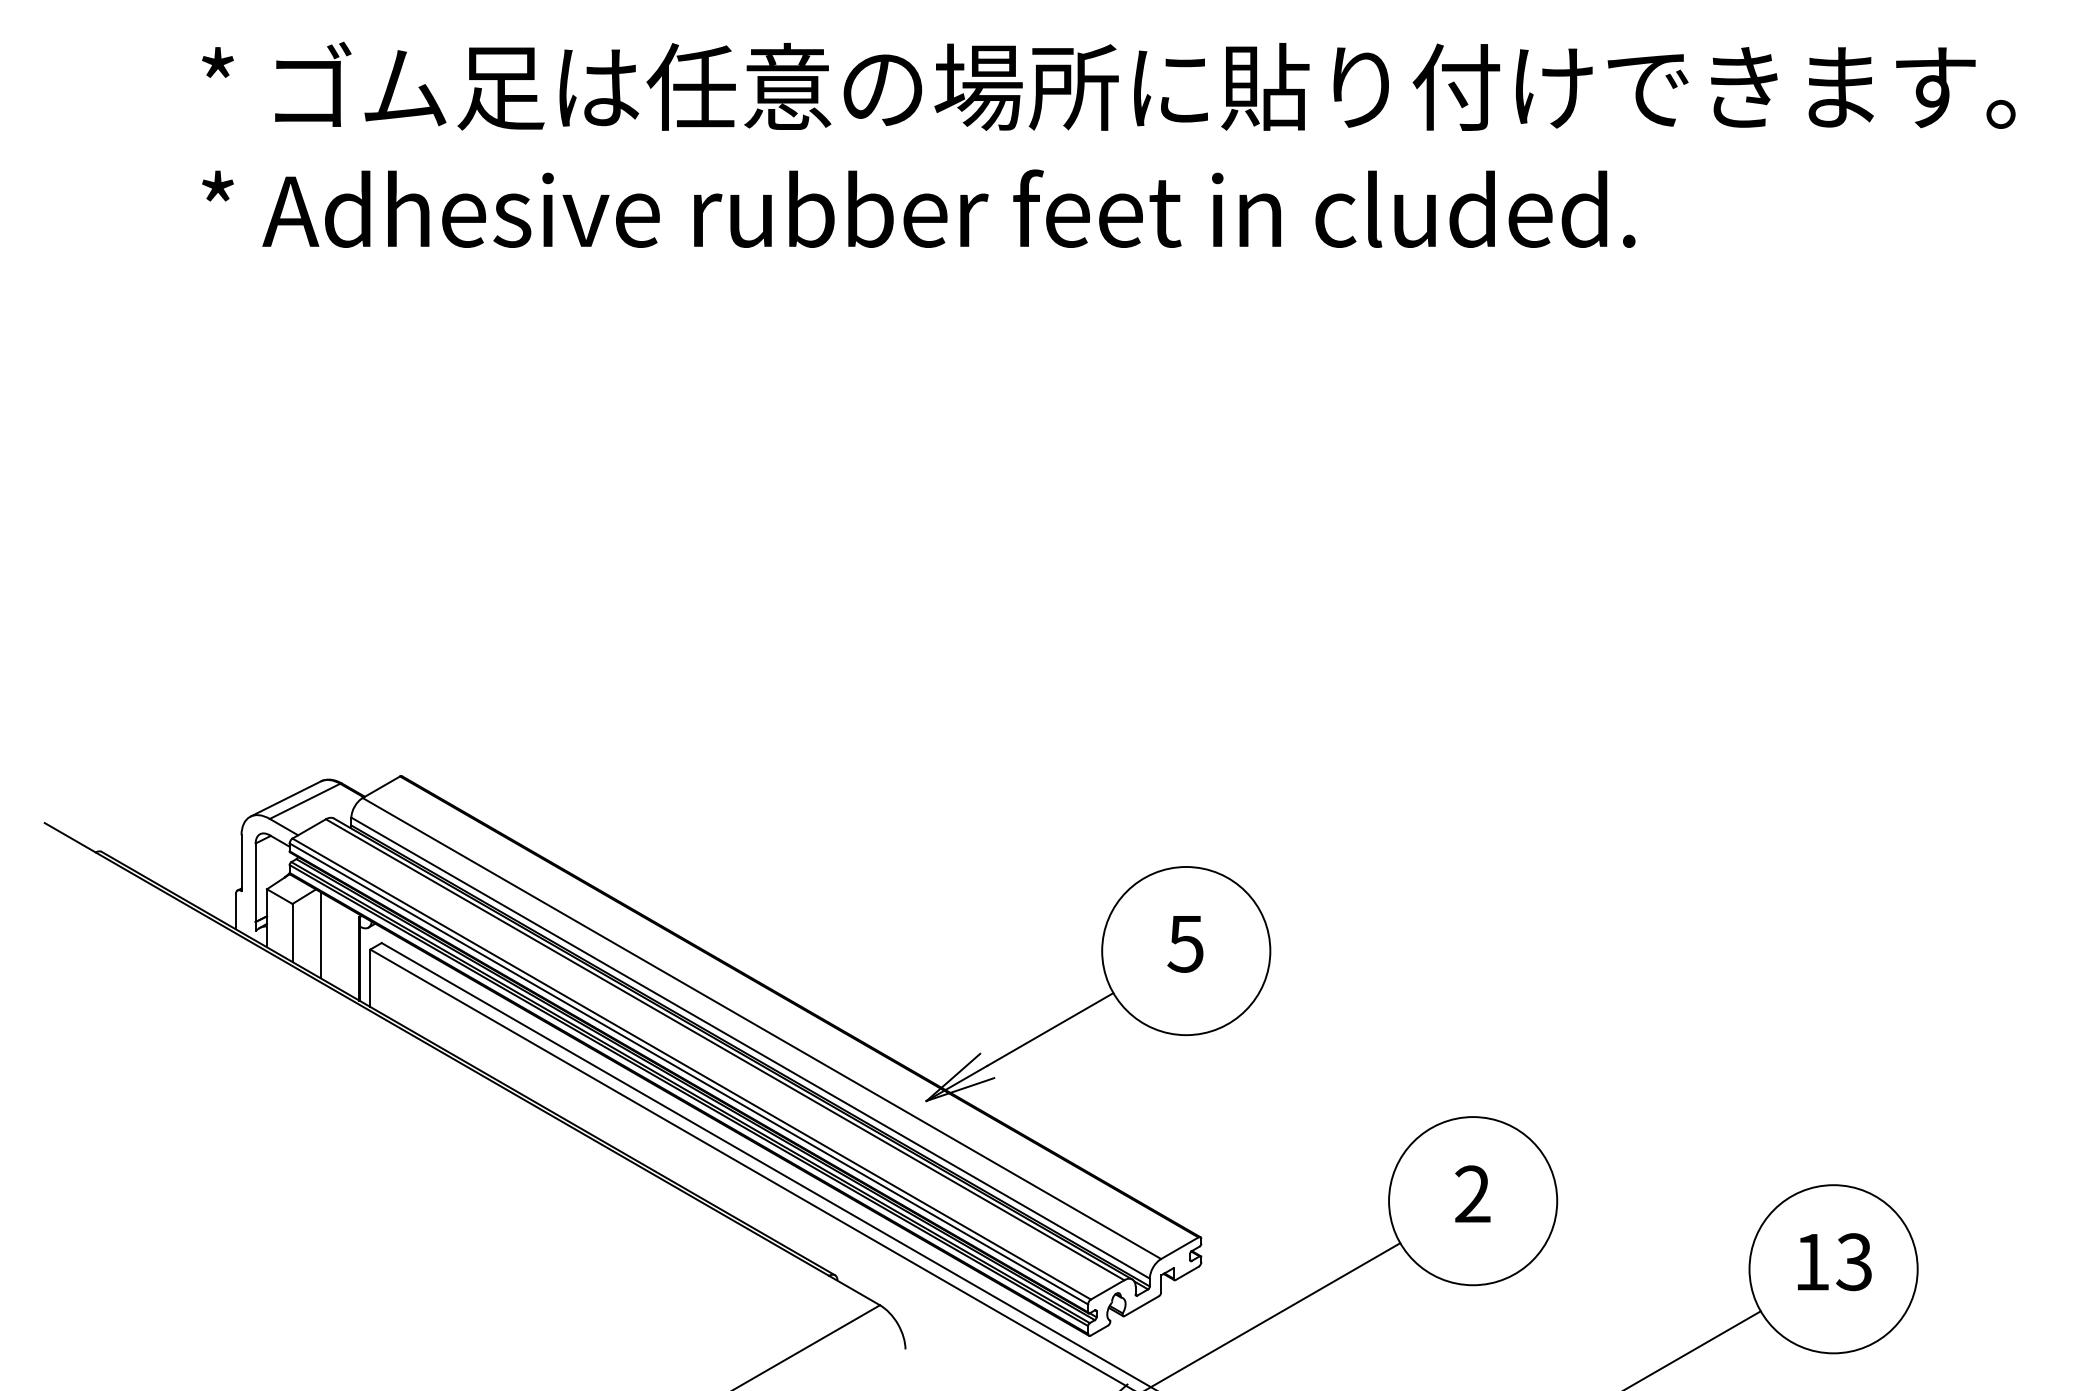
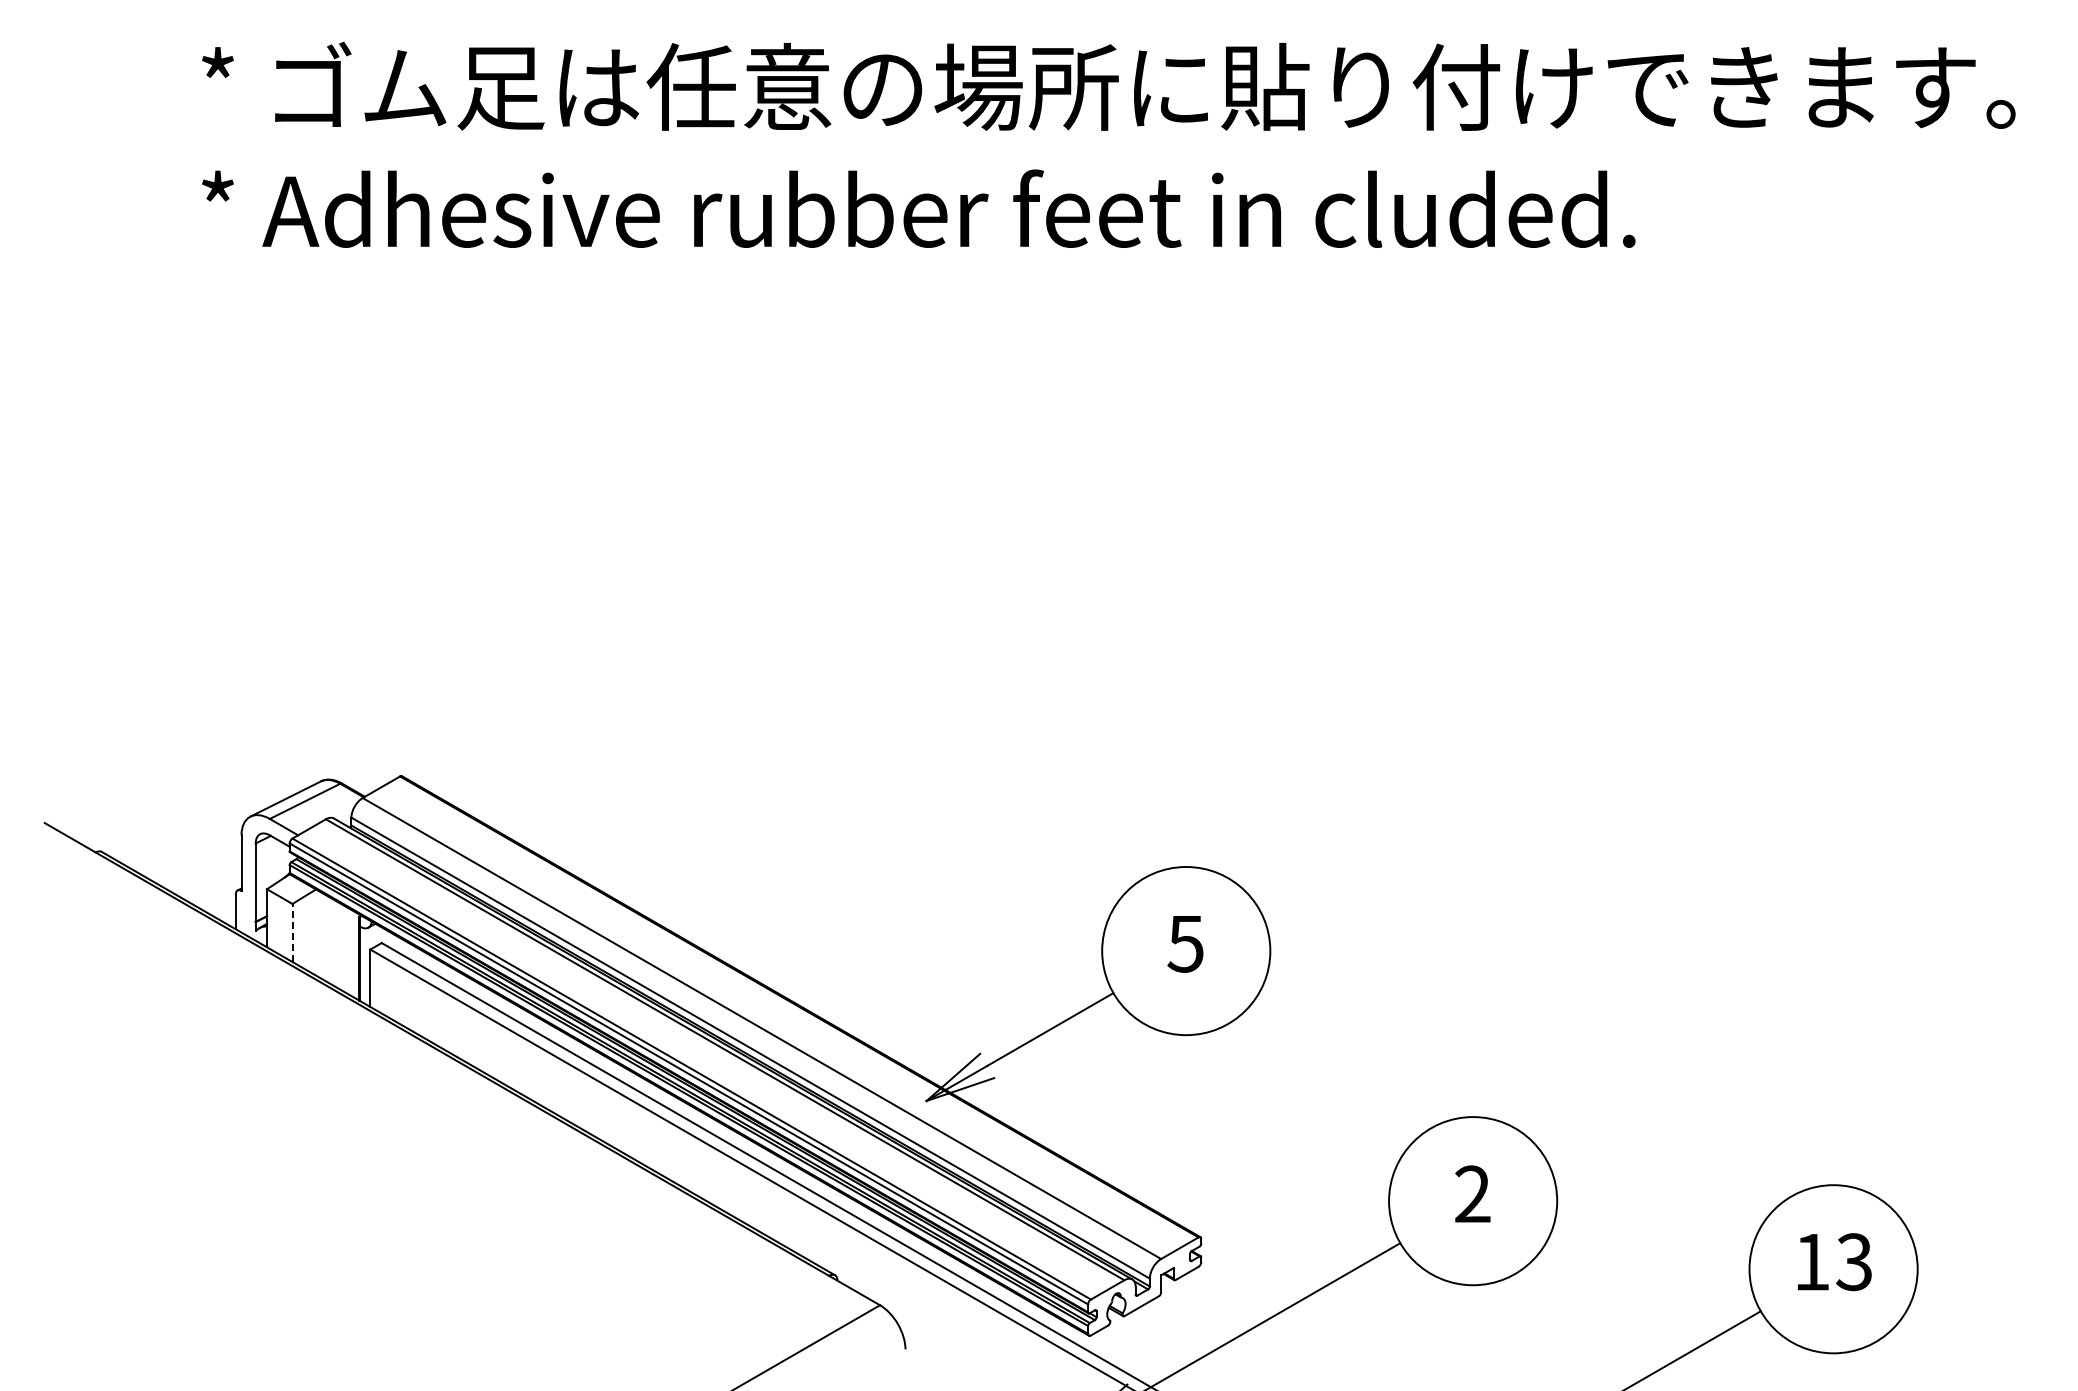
line at (292, 932): solid -> dashed
line at (320, 935): present -> none
